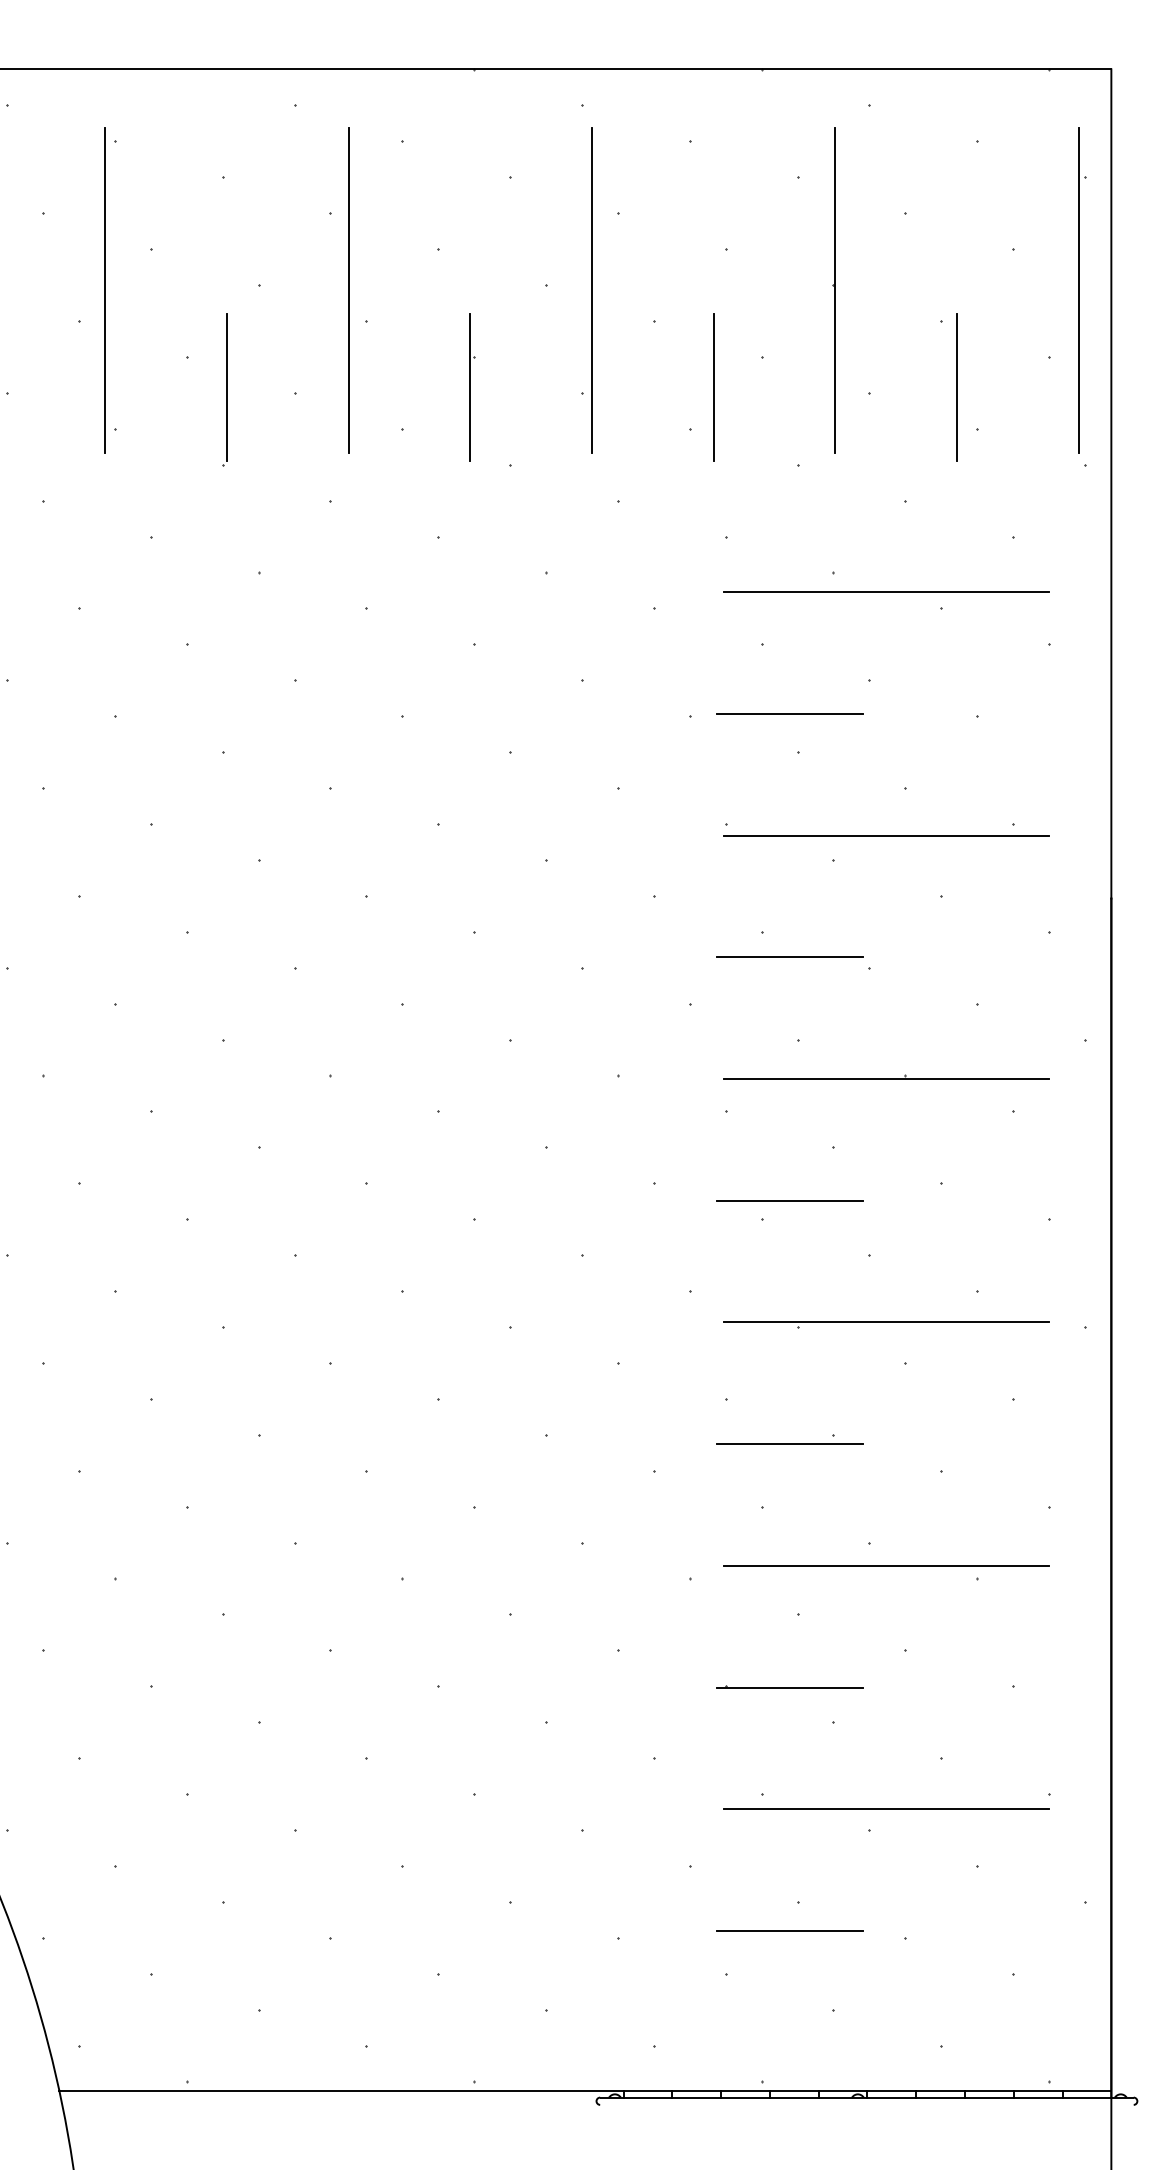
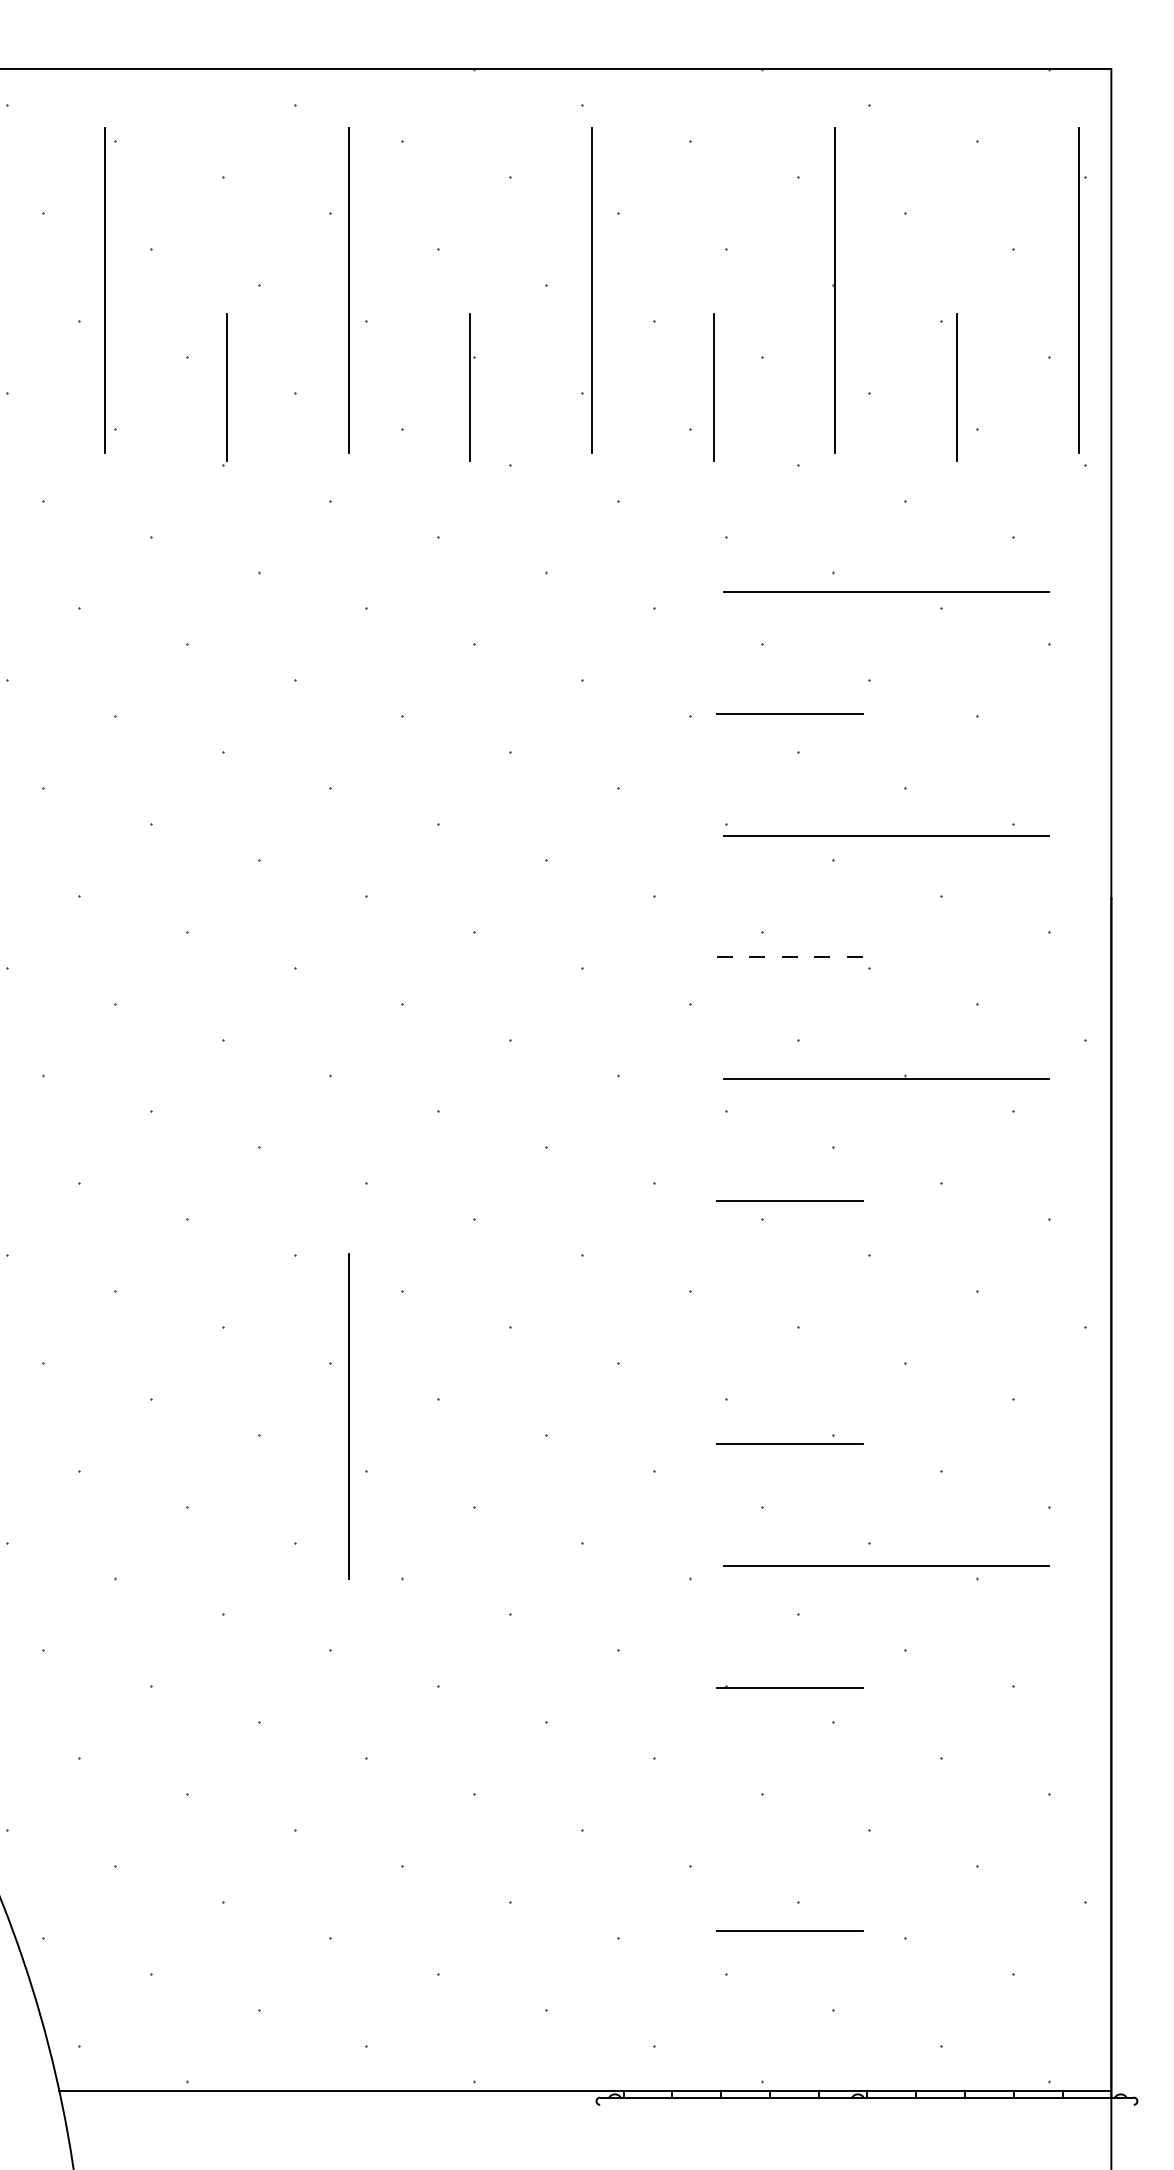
line at (790, 957): solid -> dashed
line at (886, 1322): present -> none
line at (348, 1416): none -> present
line at (886, 1809): present -> none
